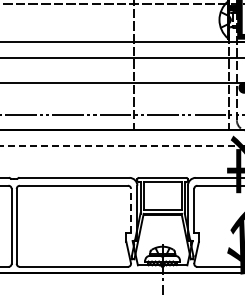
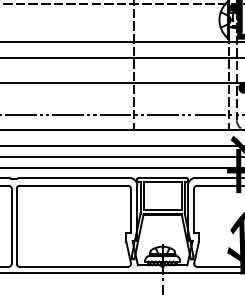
line at (122, 146): dashed -> solid
line at (121, 157): none -> present
line at (121, 168): none -> present
line at (131, 210): dashed -> solid
